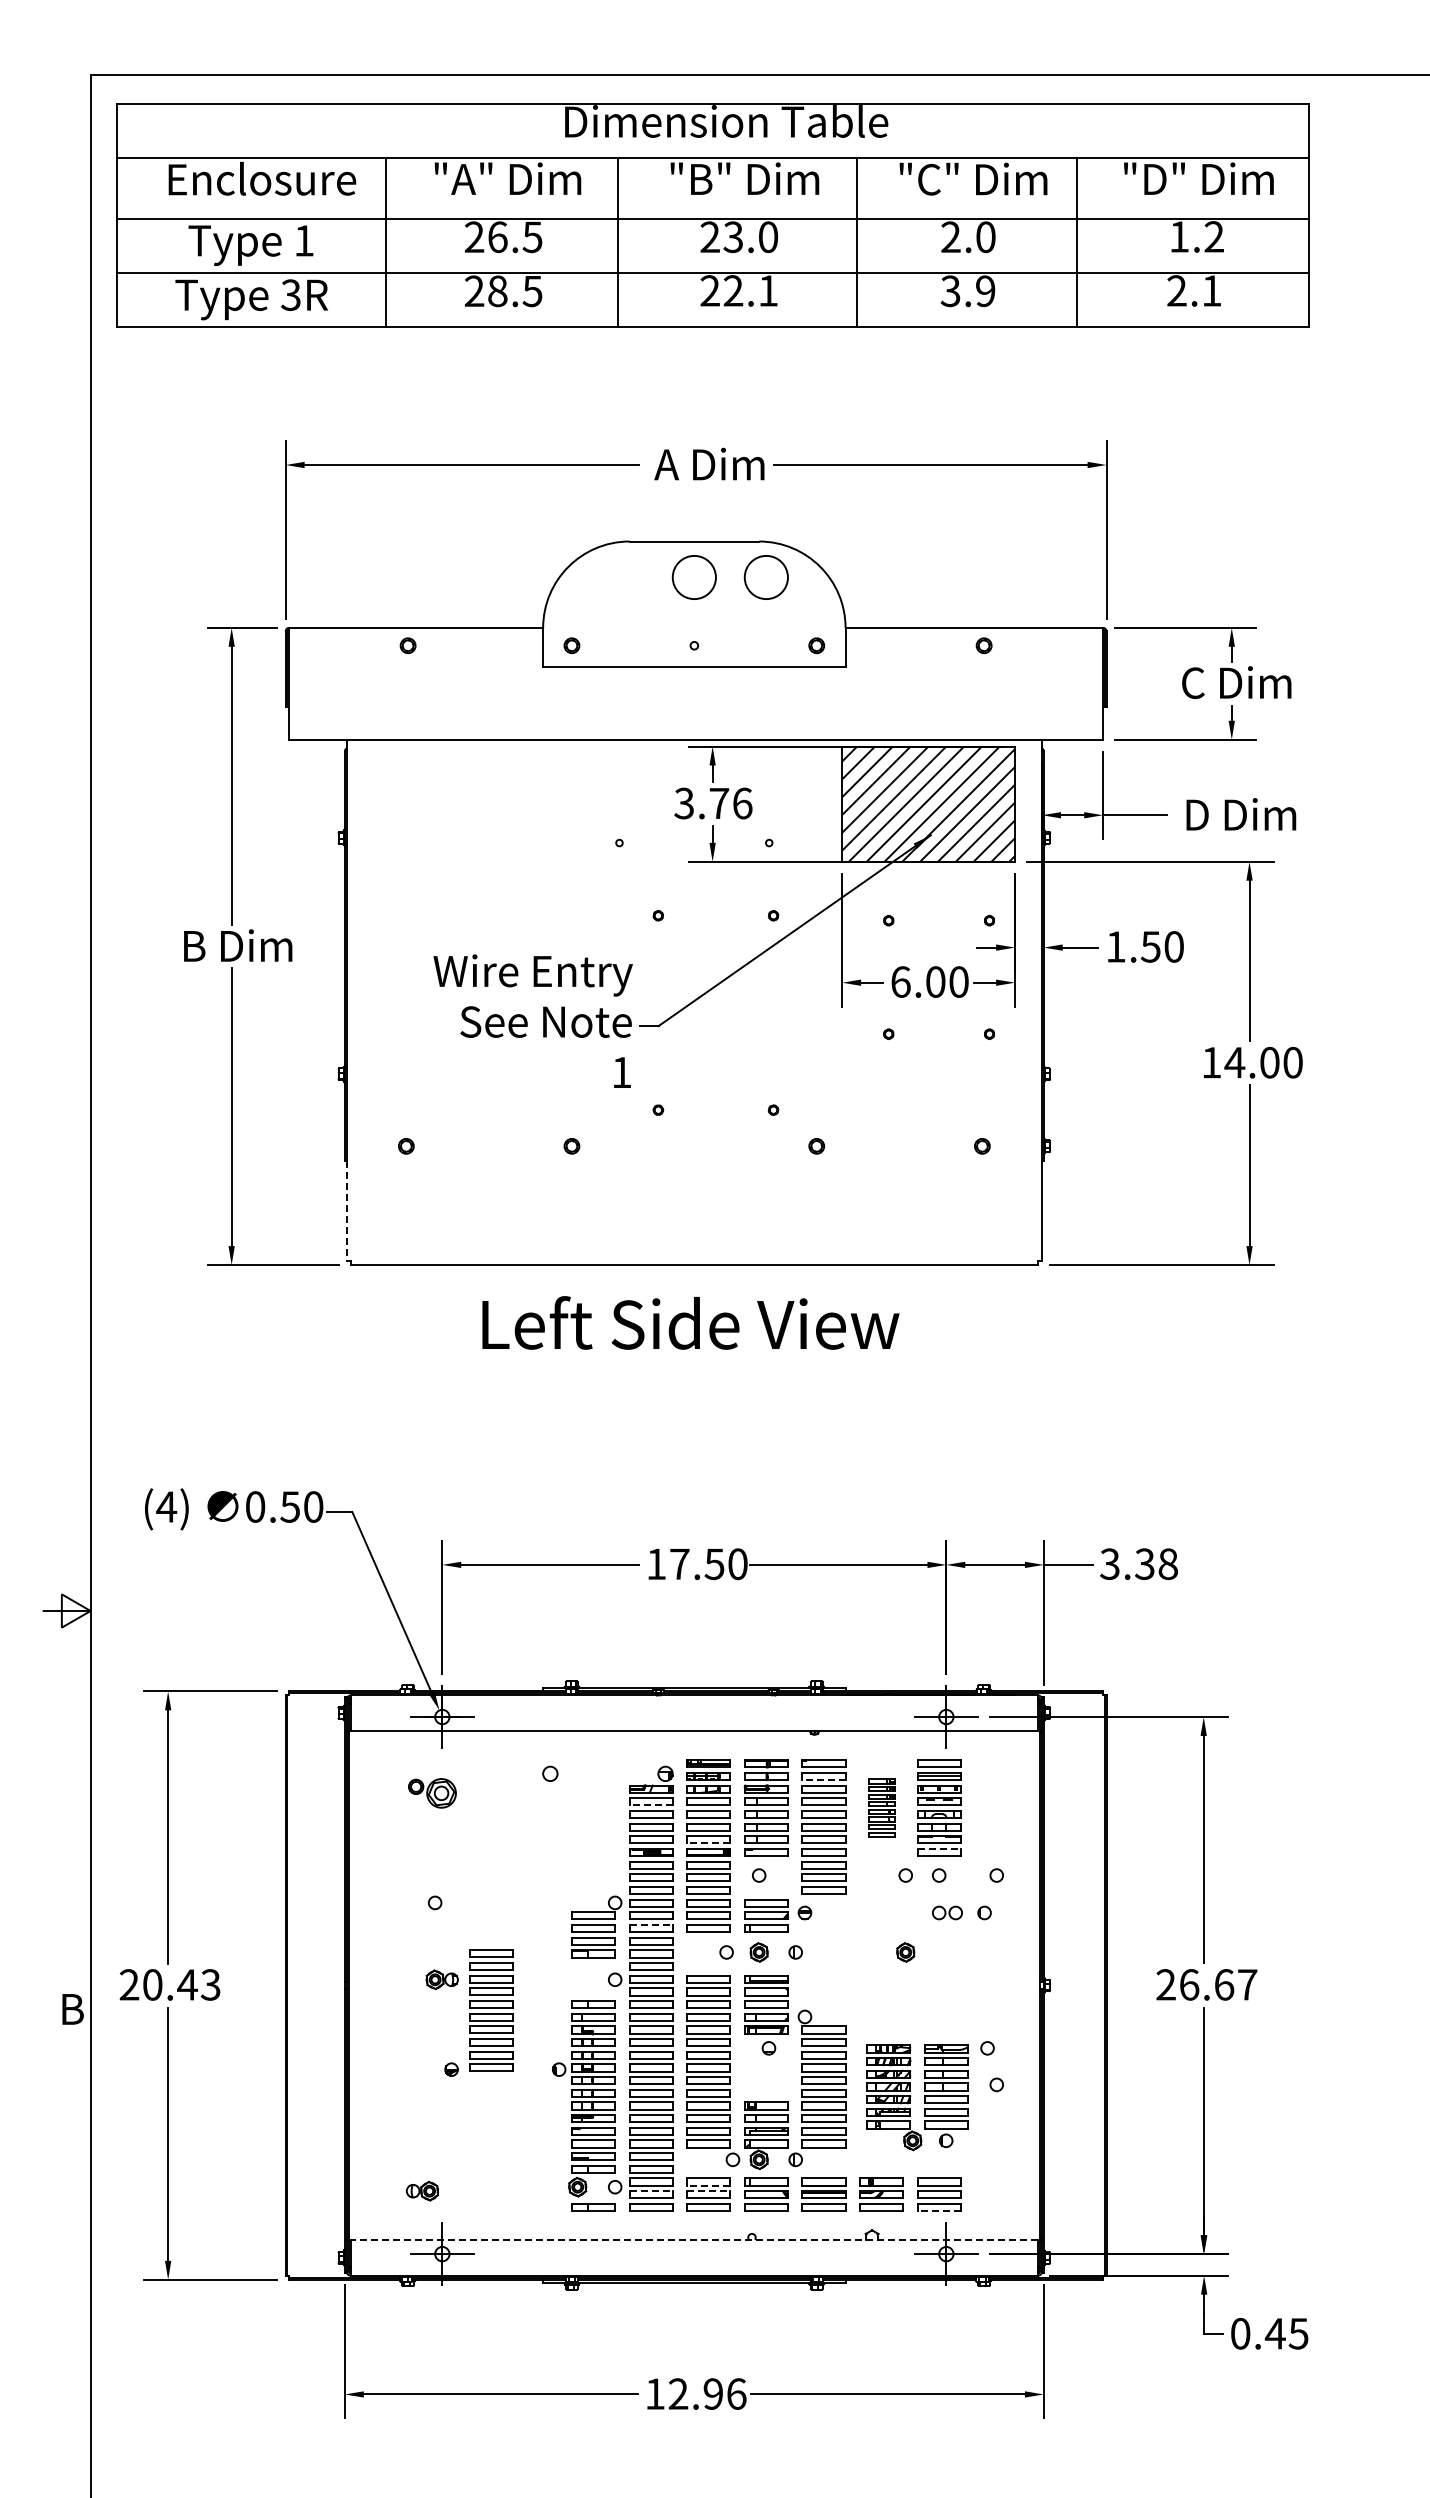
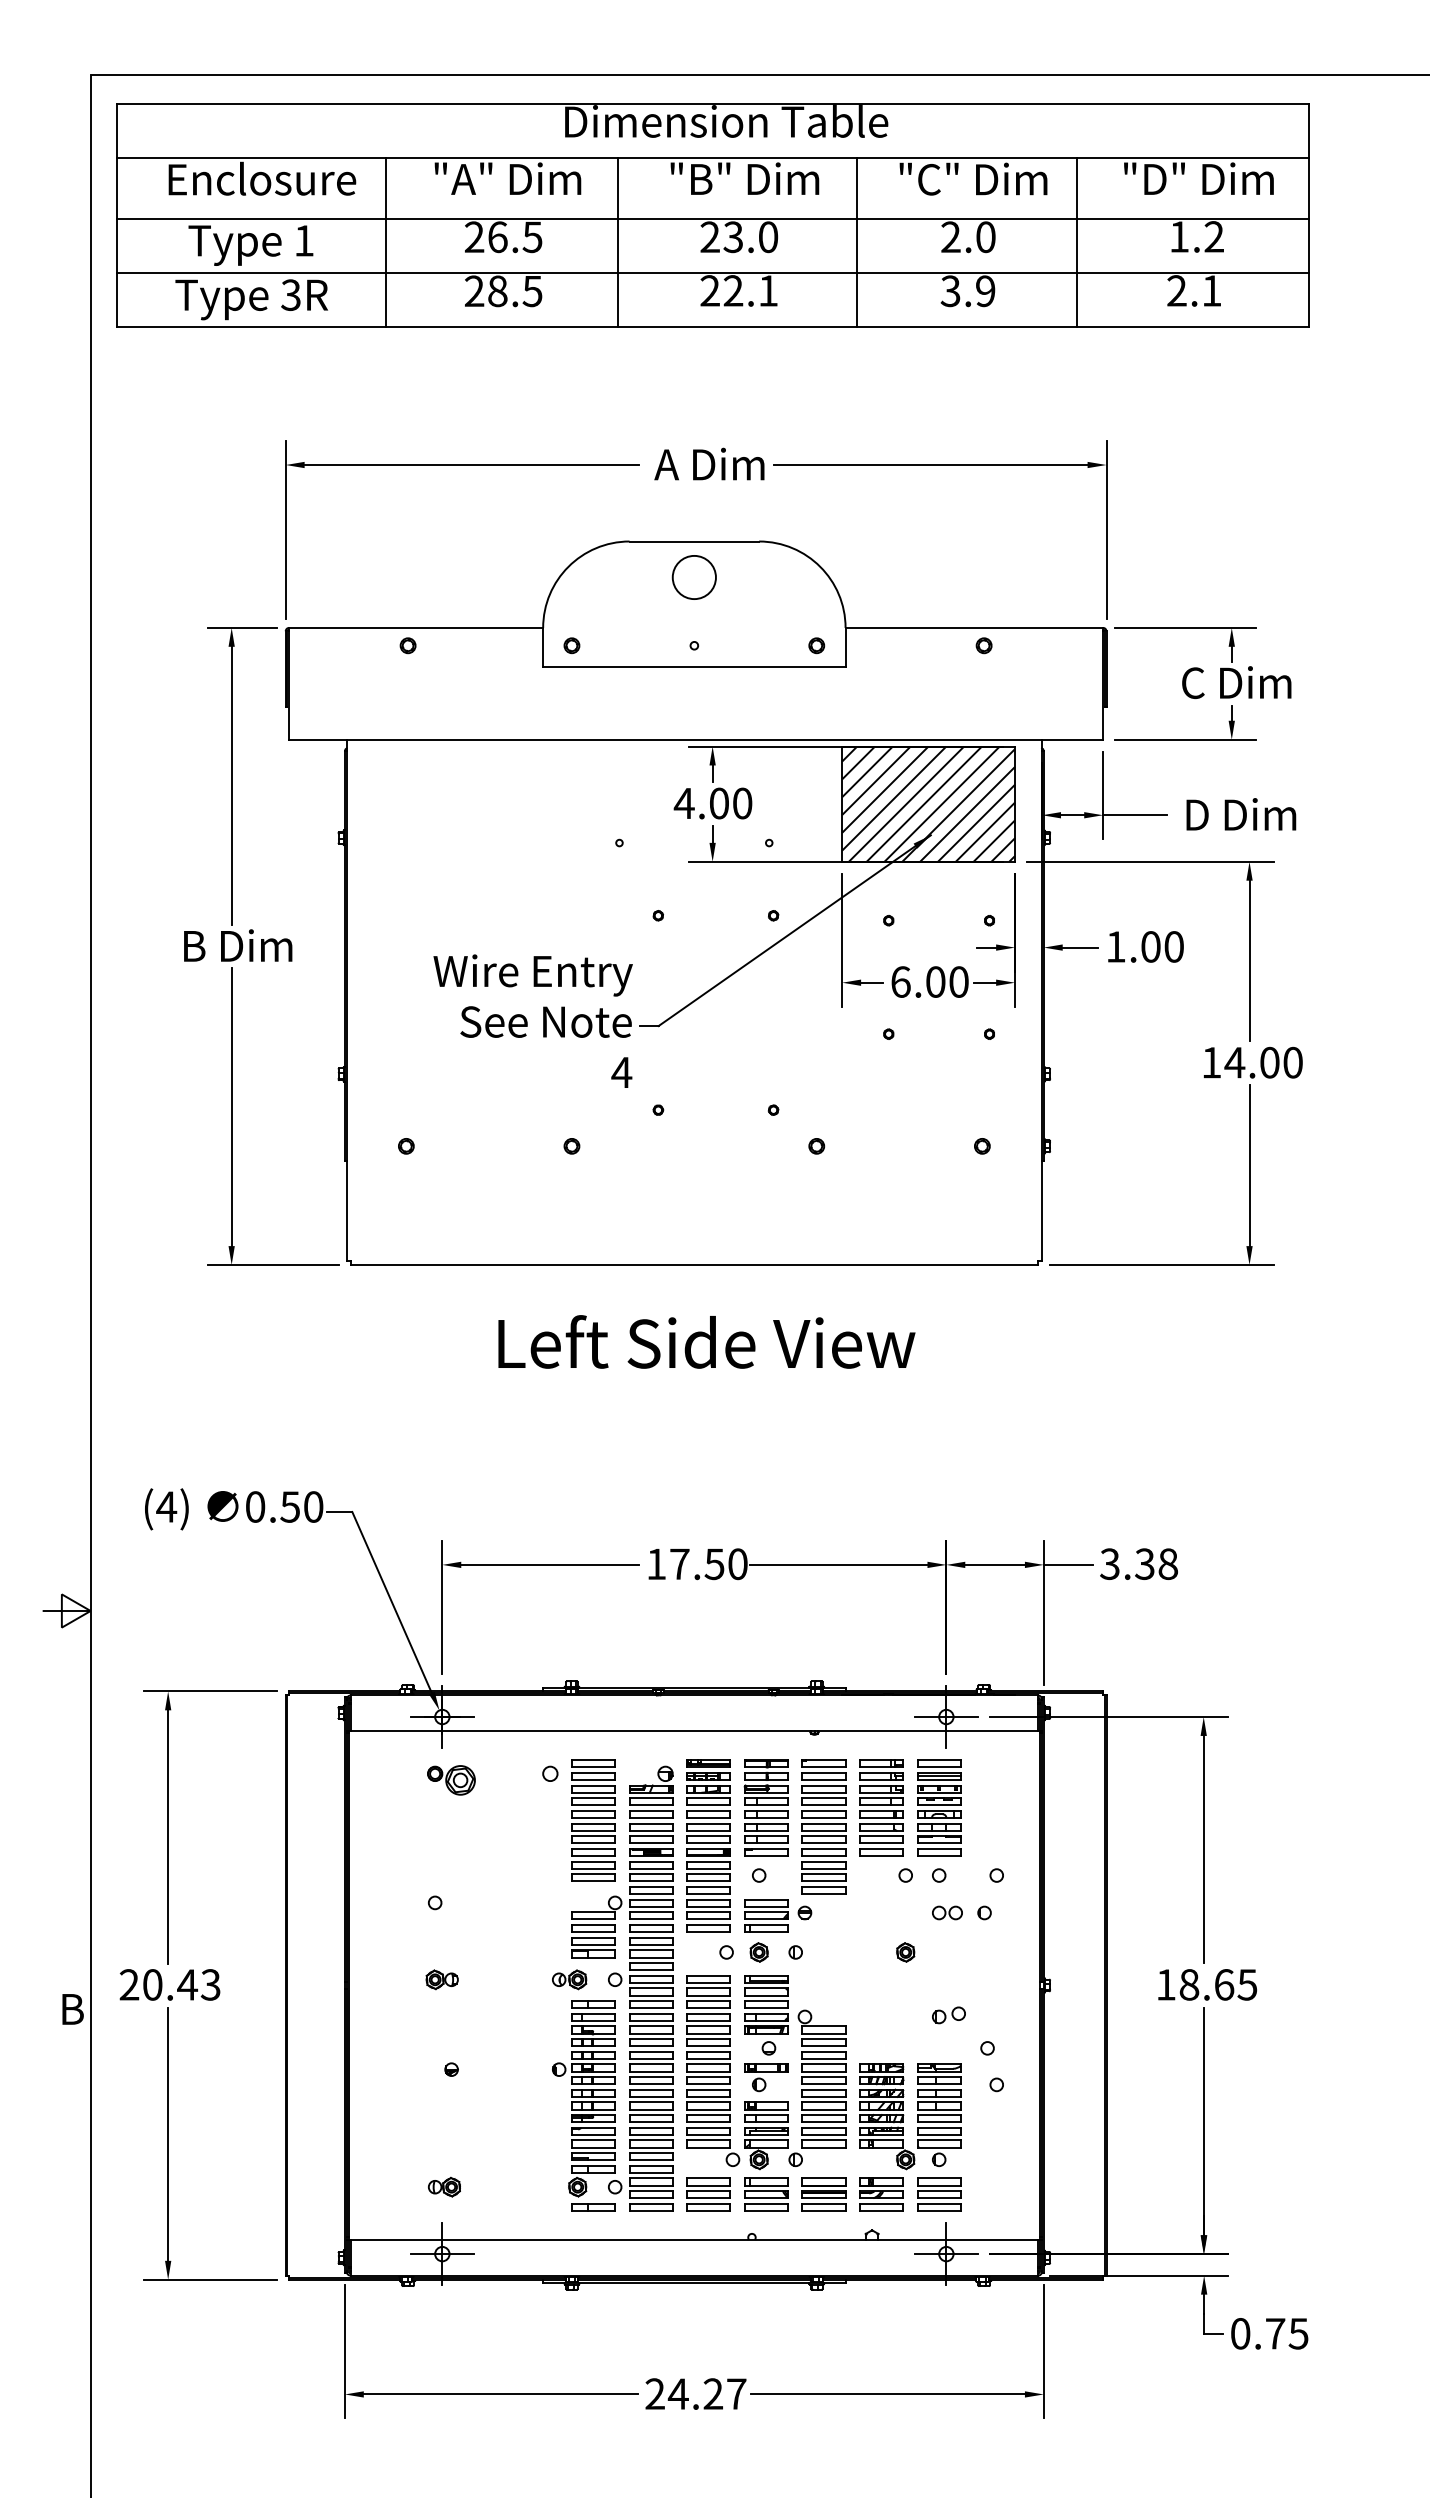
circle at (765, 577): present -> none
text at (712, 803): 3.76 -> 4.00
text at (1150, 946): 1.50 -> 1.00
text at (621, 1072): 1 -> 4
line at (346, 1210): dashed -> solid
text at (690, 1322) position: (690, 1322) -> (706, 1341)
line at (823, 1780): dashed -> solid
part at (432, 1793) position: (432, 1793) -> (451, 1780)
line at (651, 1805): dashed -> solid
part at (881, 1807) size: 28x60 px -> 45x98 px
line at (708, 1843): dashed -> solid
line at (939, 1848): dashed -> solid
line at (651, 1924): dashed -> solid
part at (569, 1979): none -> present
text at (1206, 1984): 26.67 -> 18.65
part at (491, 2010) position: (491, 2010) -> (593, 1820)
part at (948, 2015): none -> present
part at (766, 2077): none -> present
part at (911, 2096) position: (911, 2096) -> (904, 2115)
line at (708, 2185): dashed -> solid
part at (422, 2190) position: (422, 2190) -> (444, 2186)
line at (651, 2191): dashed -> solid
line at (708, 2191): dashed -> solid
line at (939, 2210): dashed -> solid
line at (693, 2239): dashed -> solid
text at (1274, 2333): 0.45 -> 0.75
text at (695, 2393): 12.96 -> 24.27
